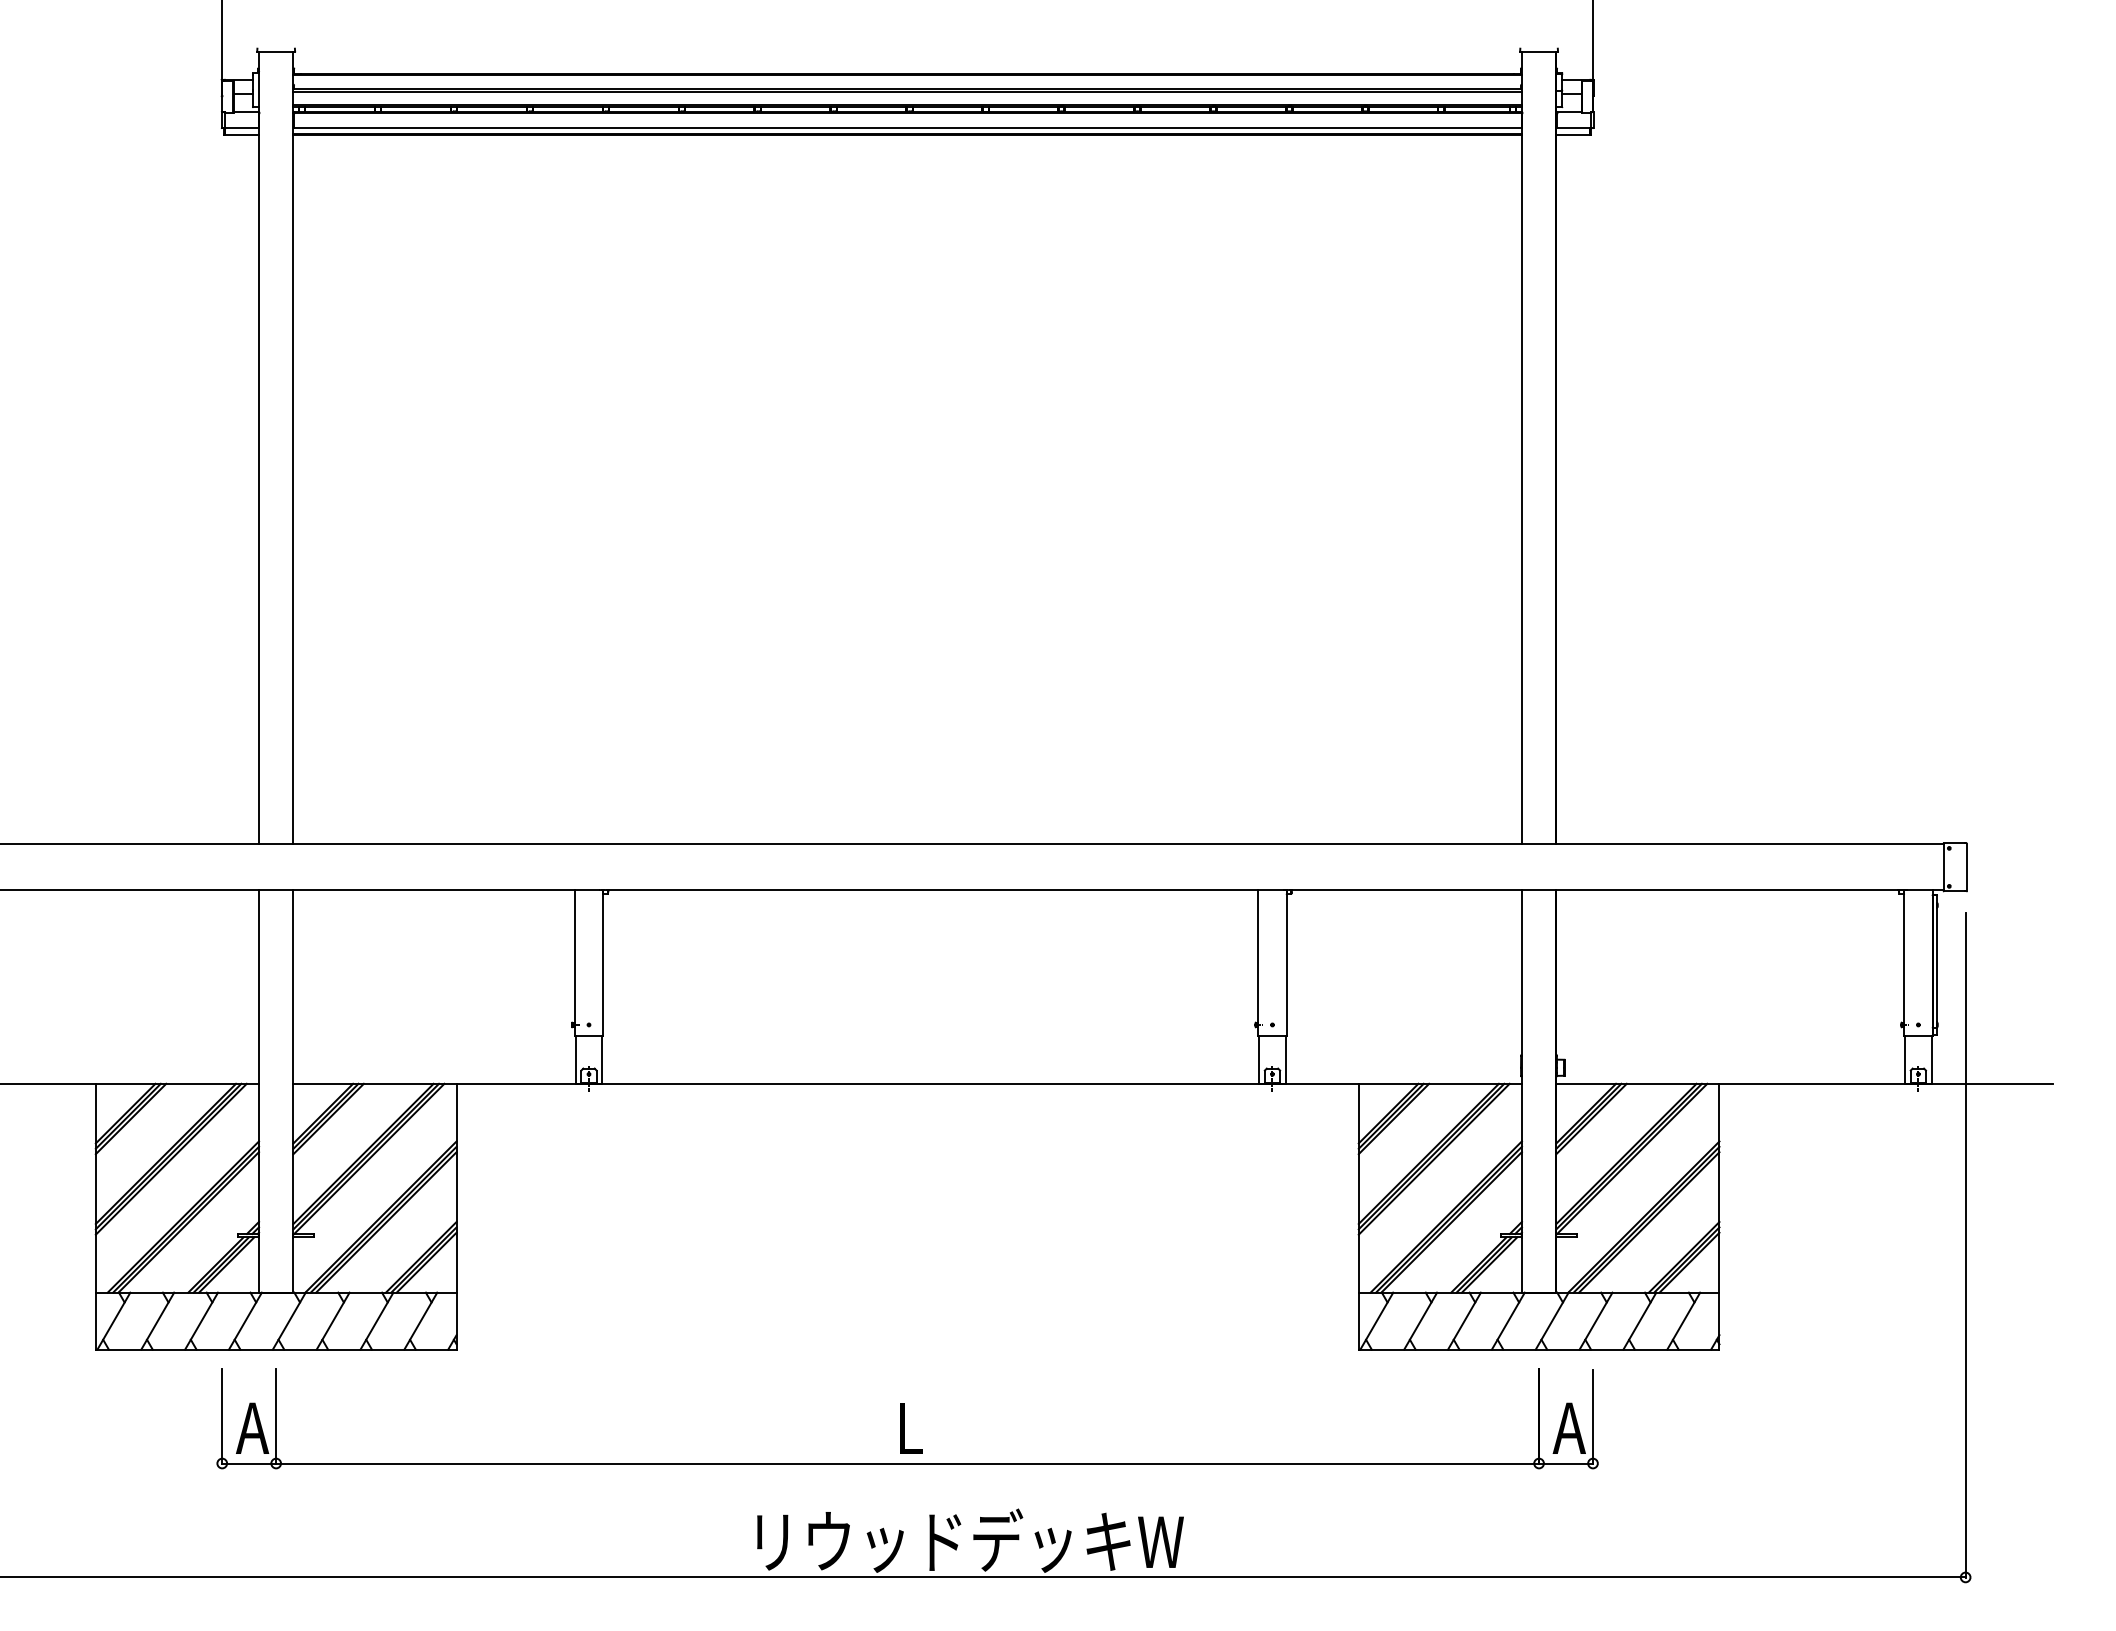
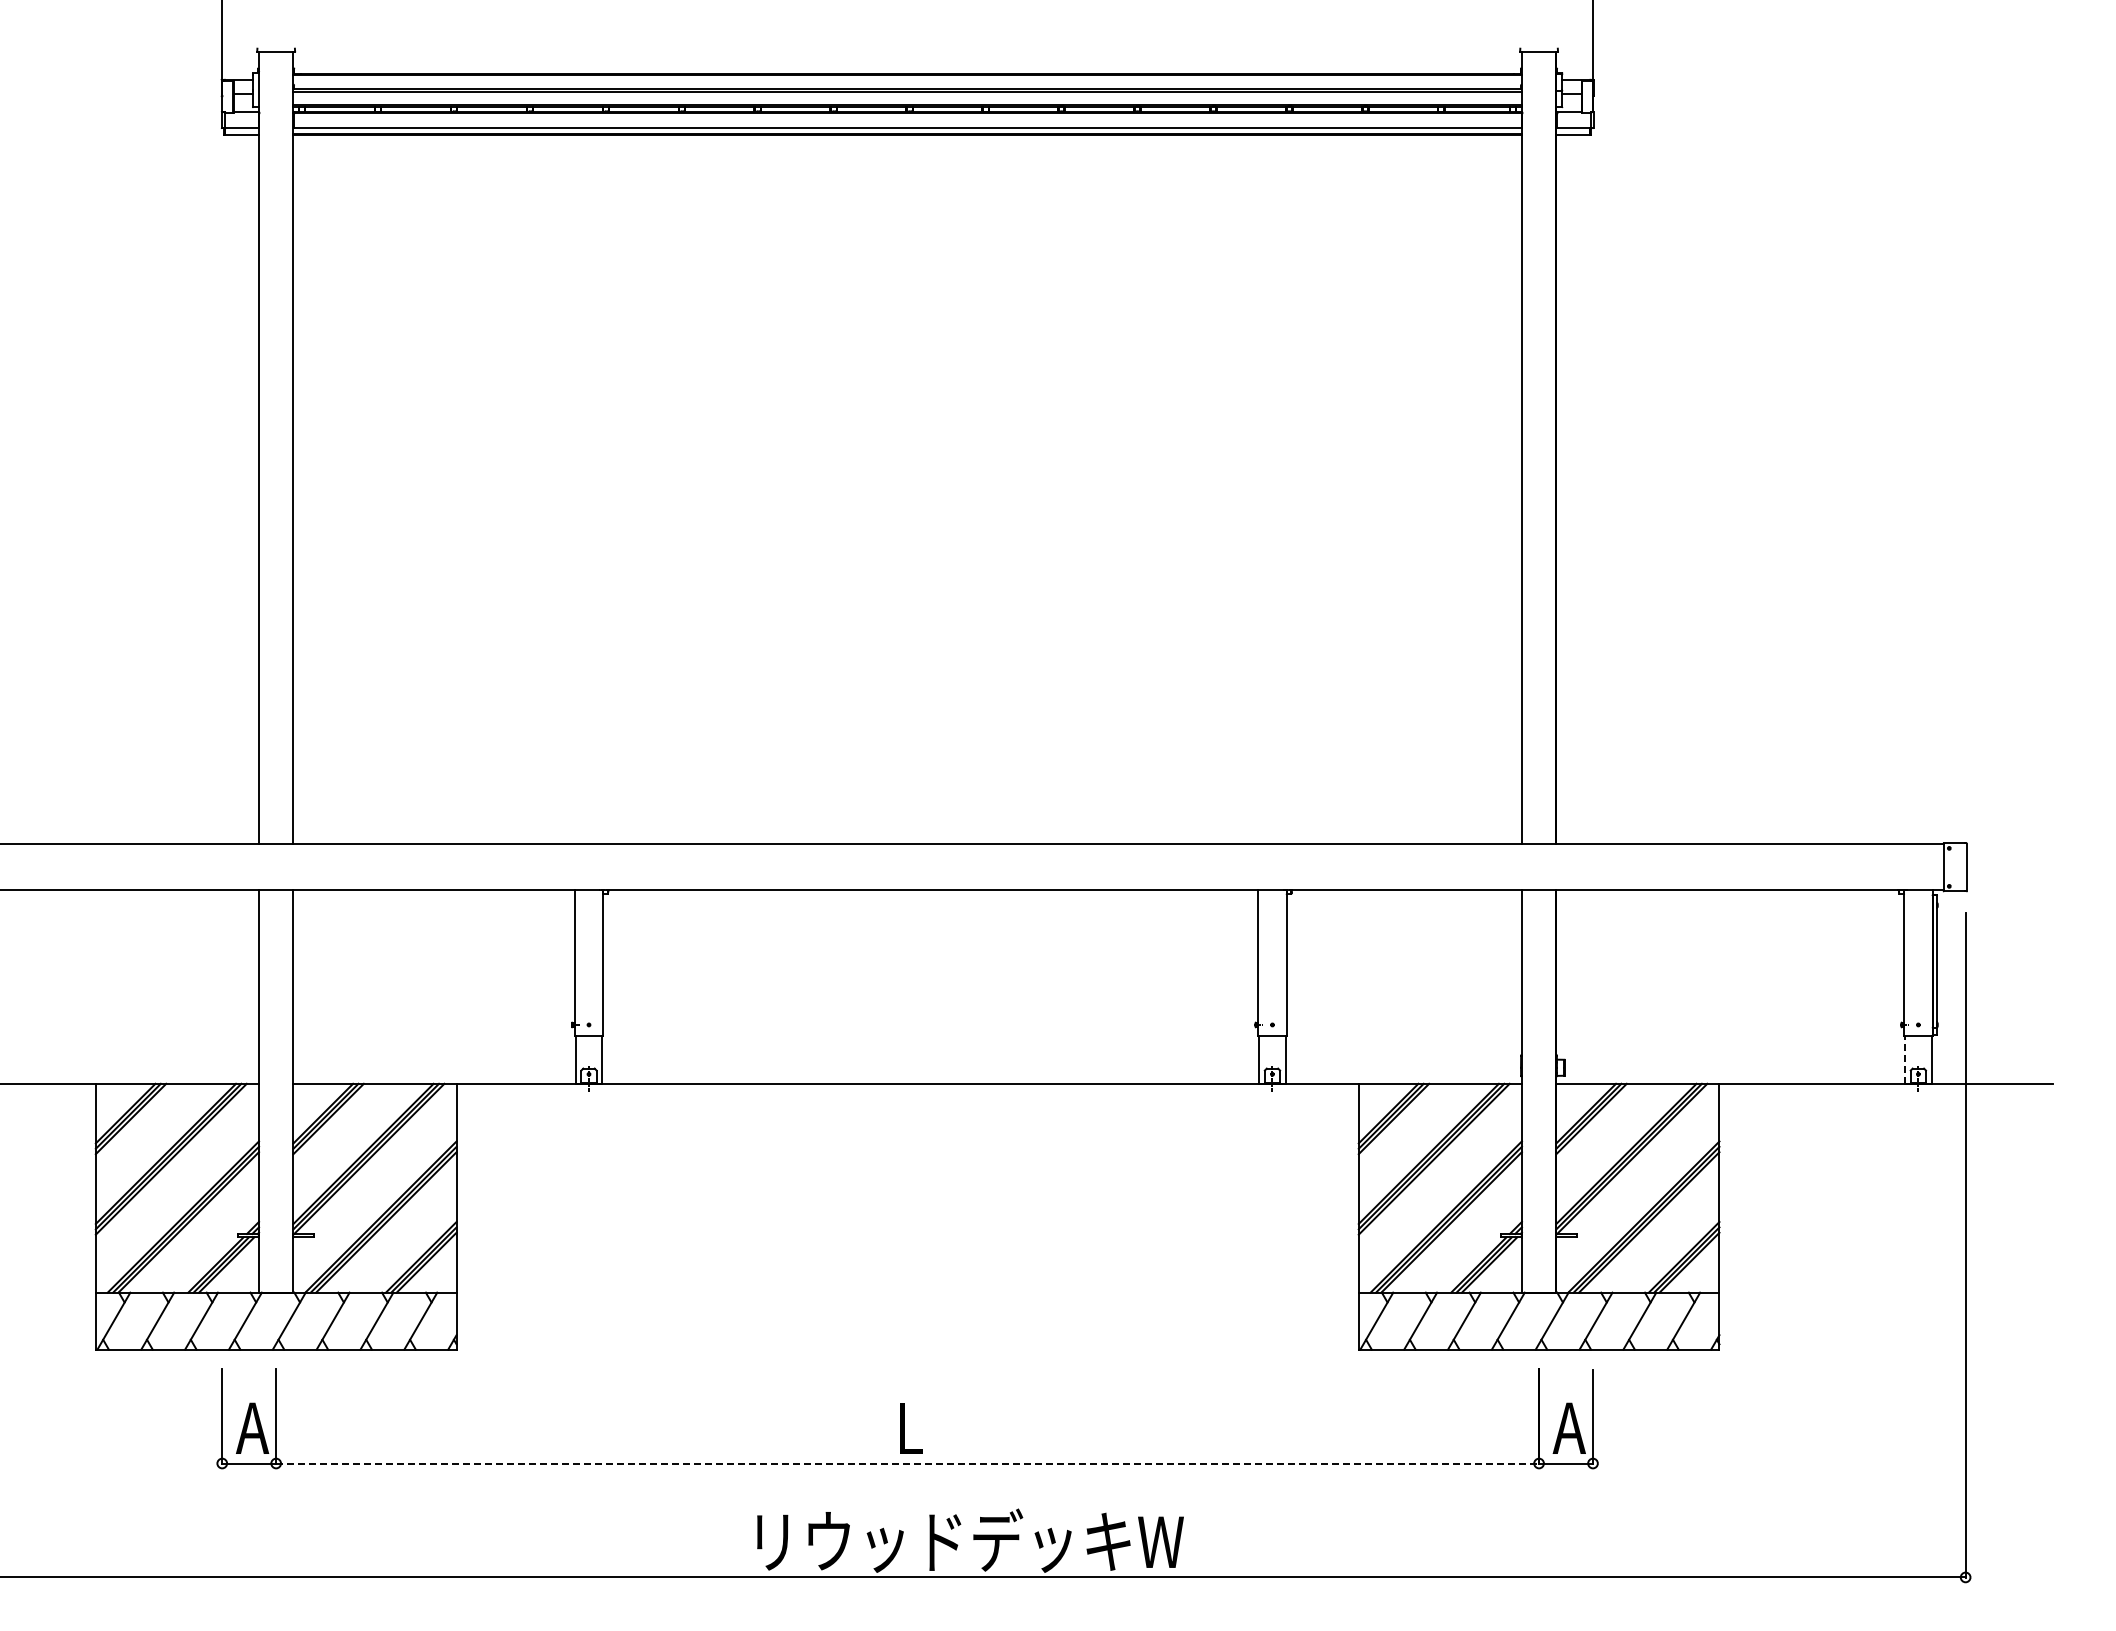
line at (1904, 1060): solid -> dashed
line at (908, 1463): solid -> dashed
